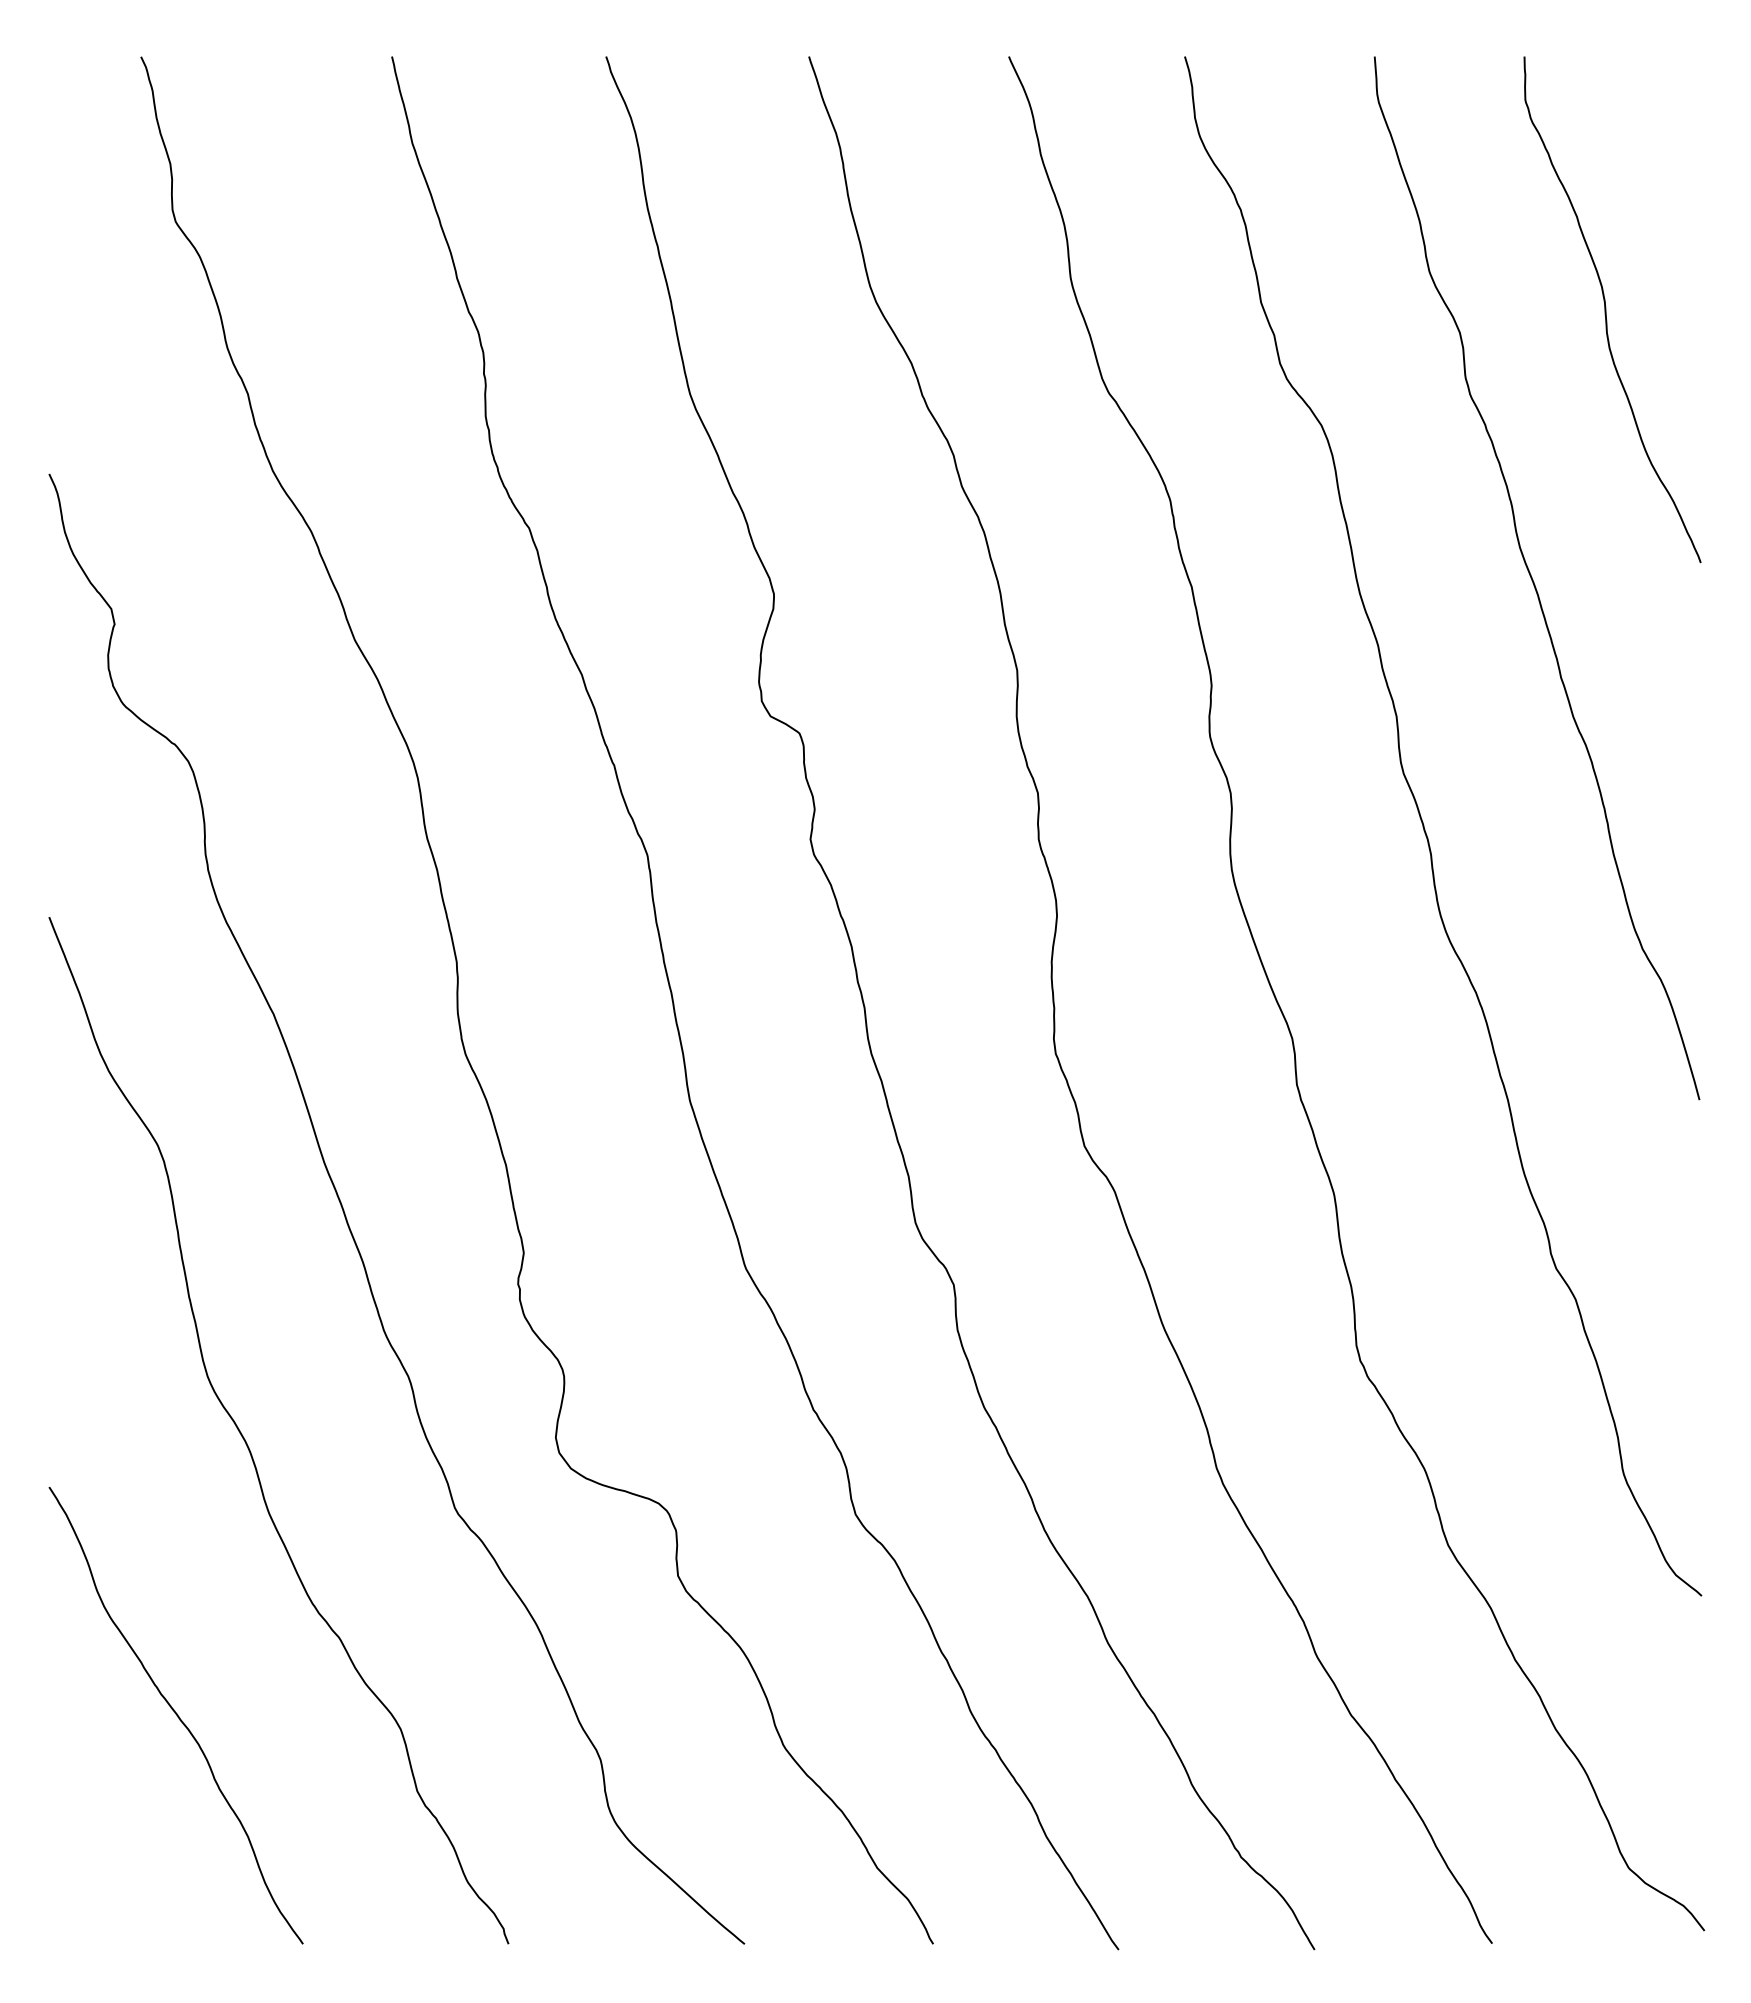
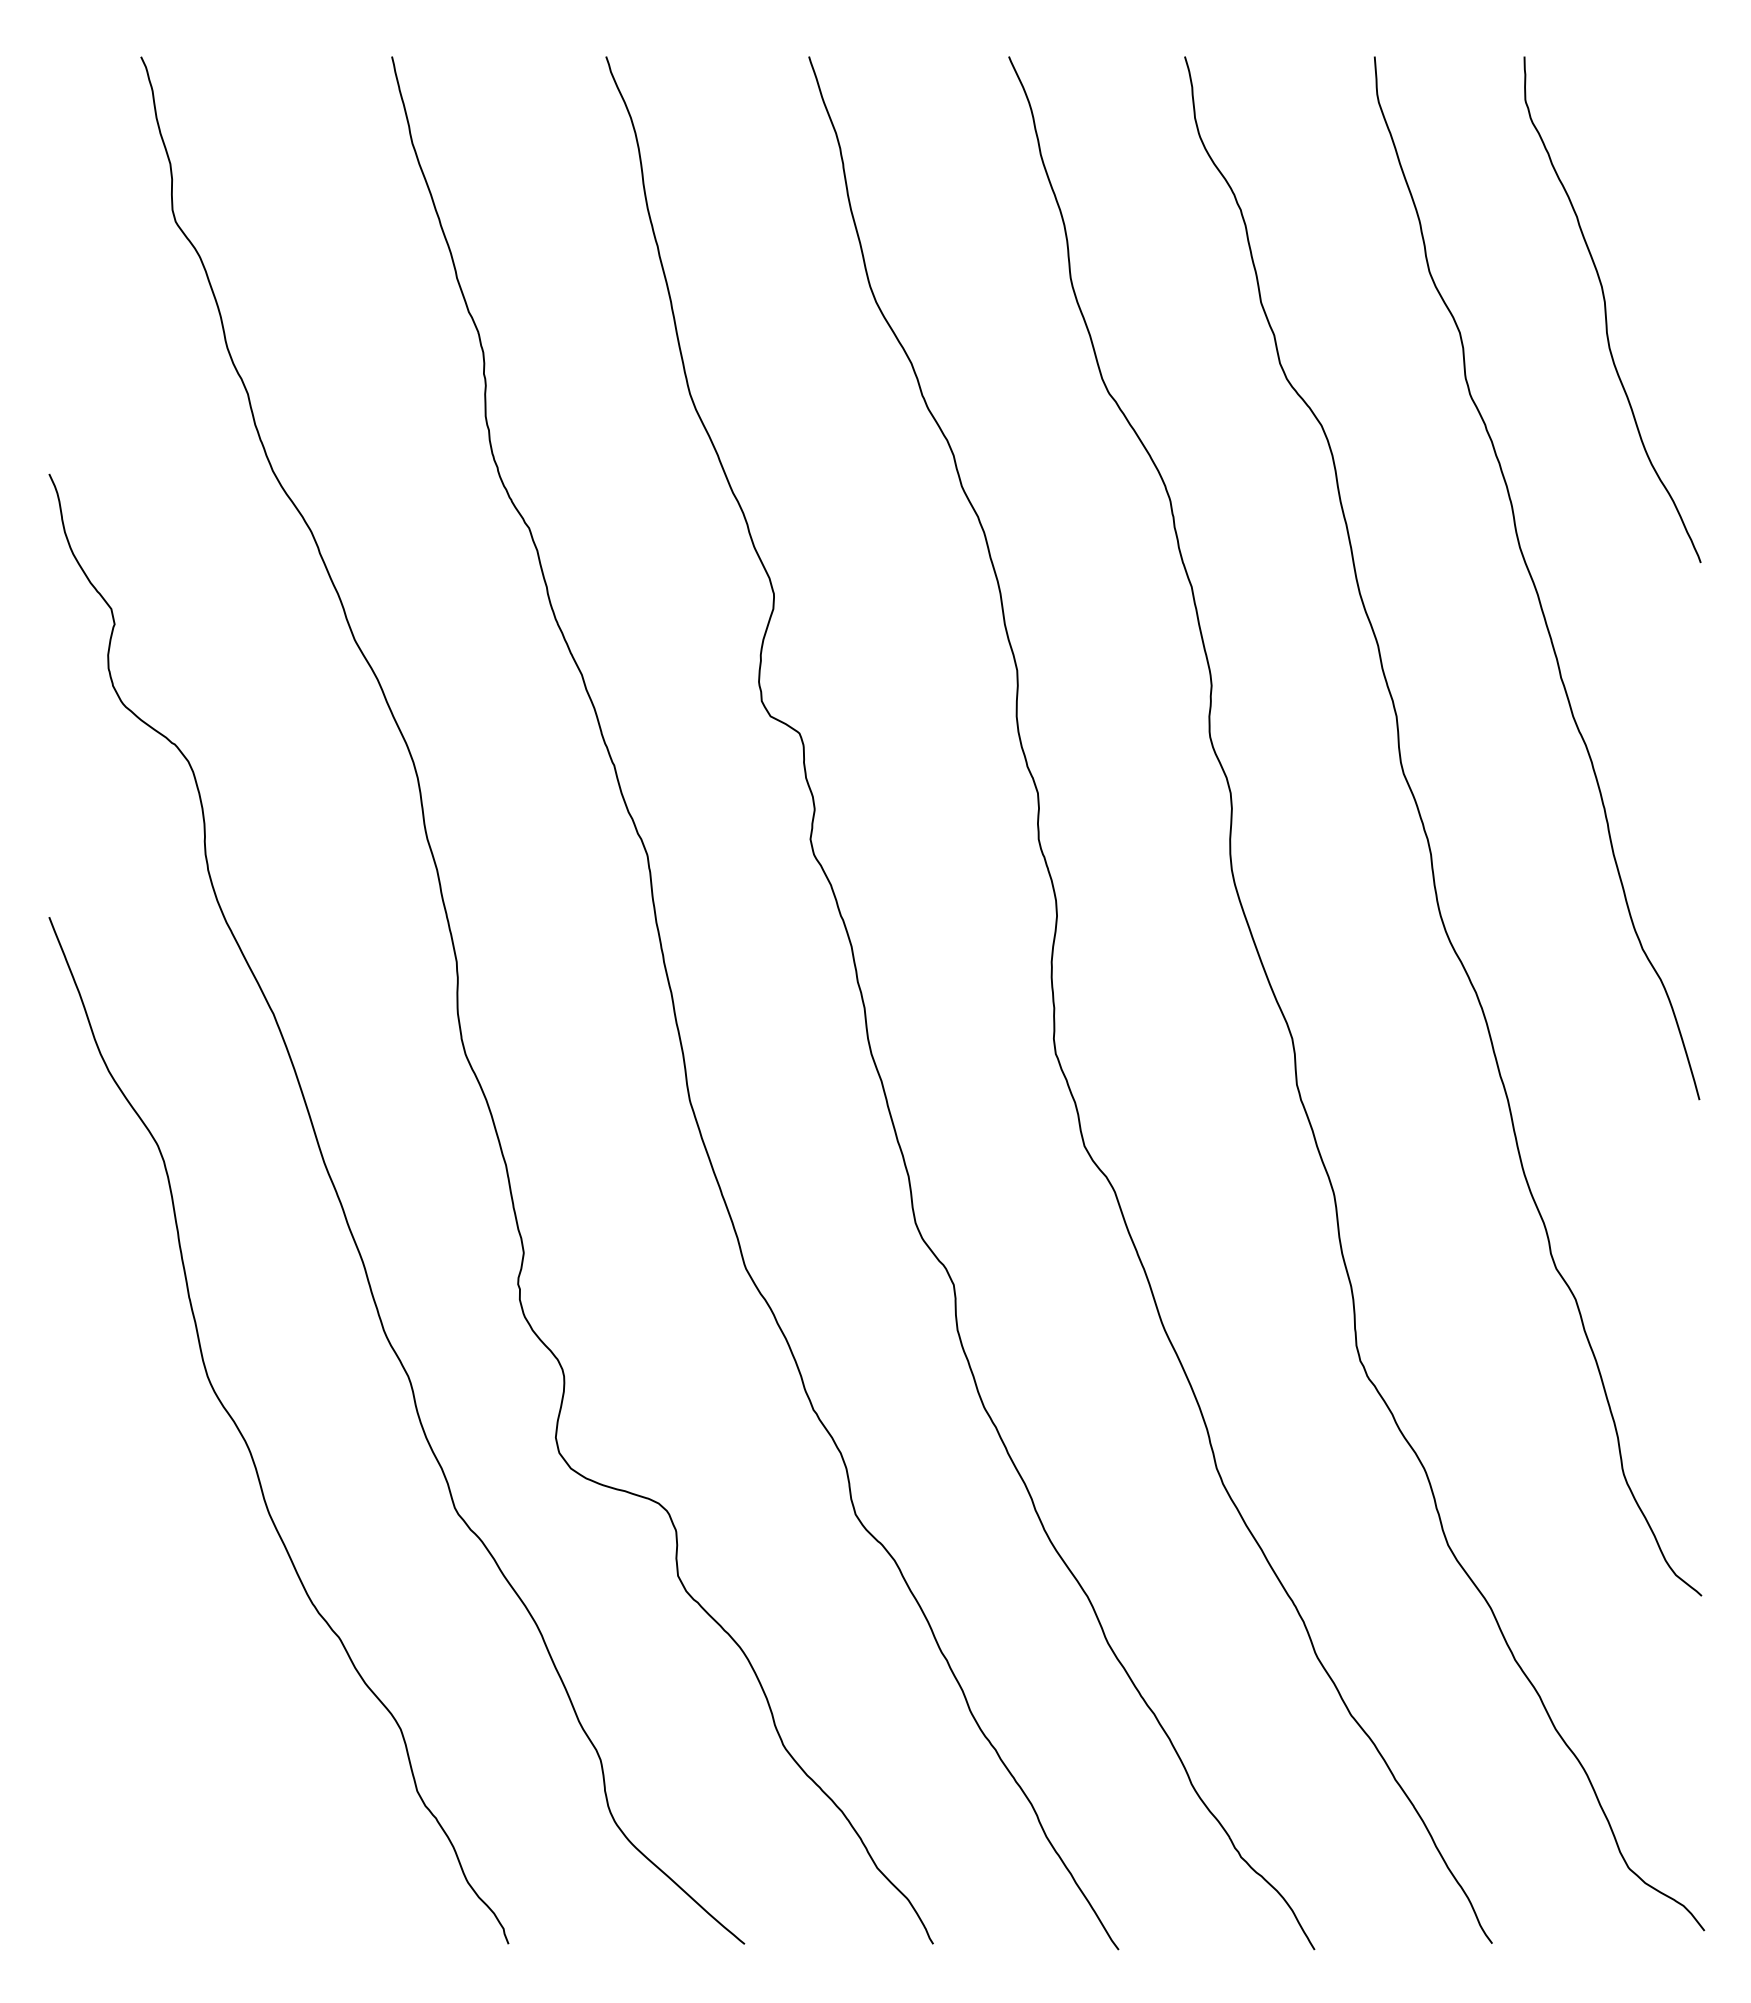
curve at (175, 1714): present -> none
